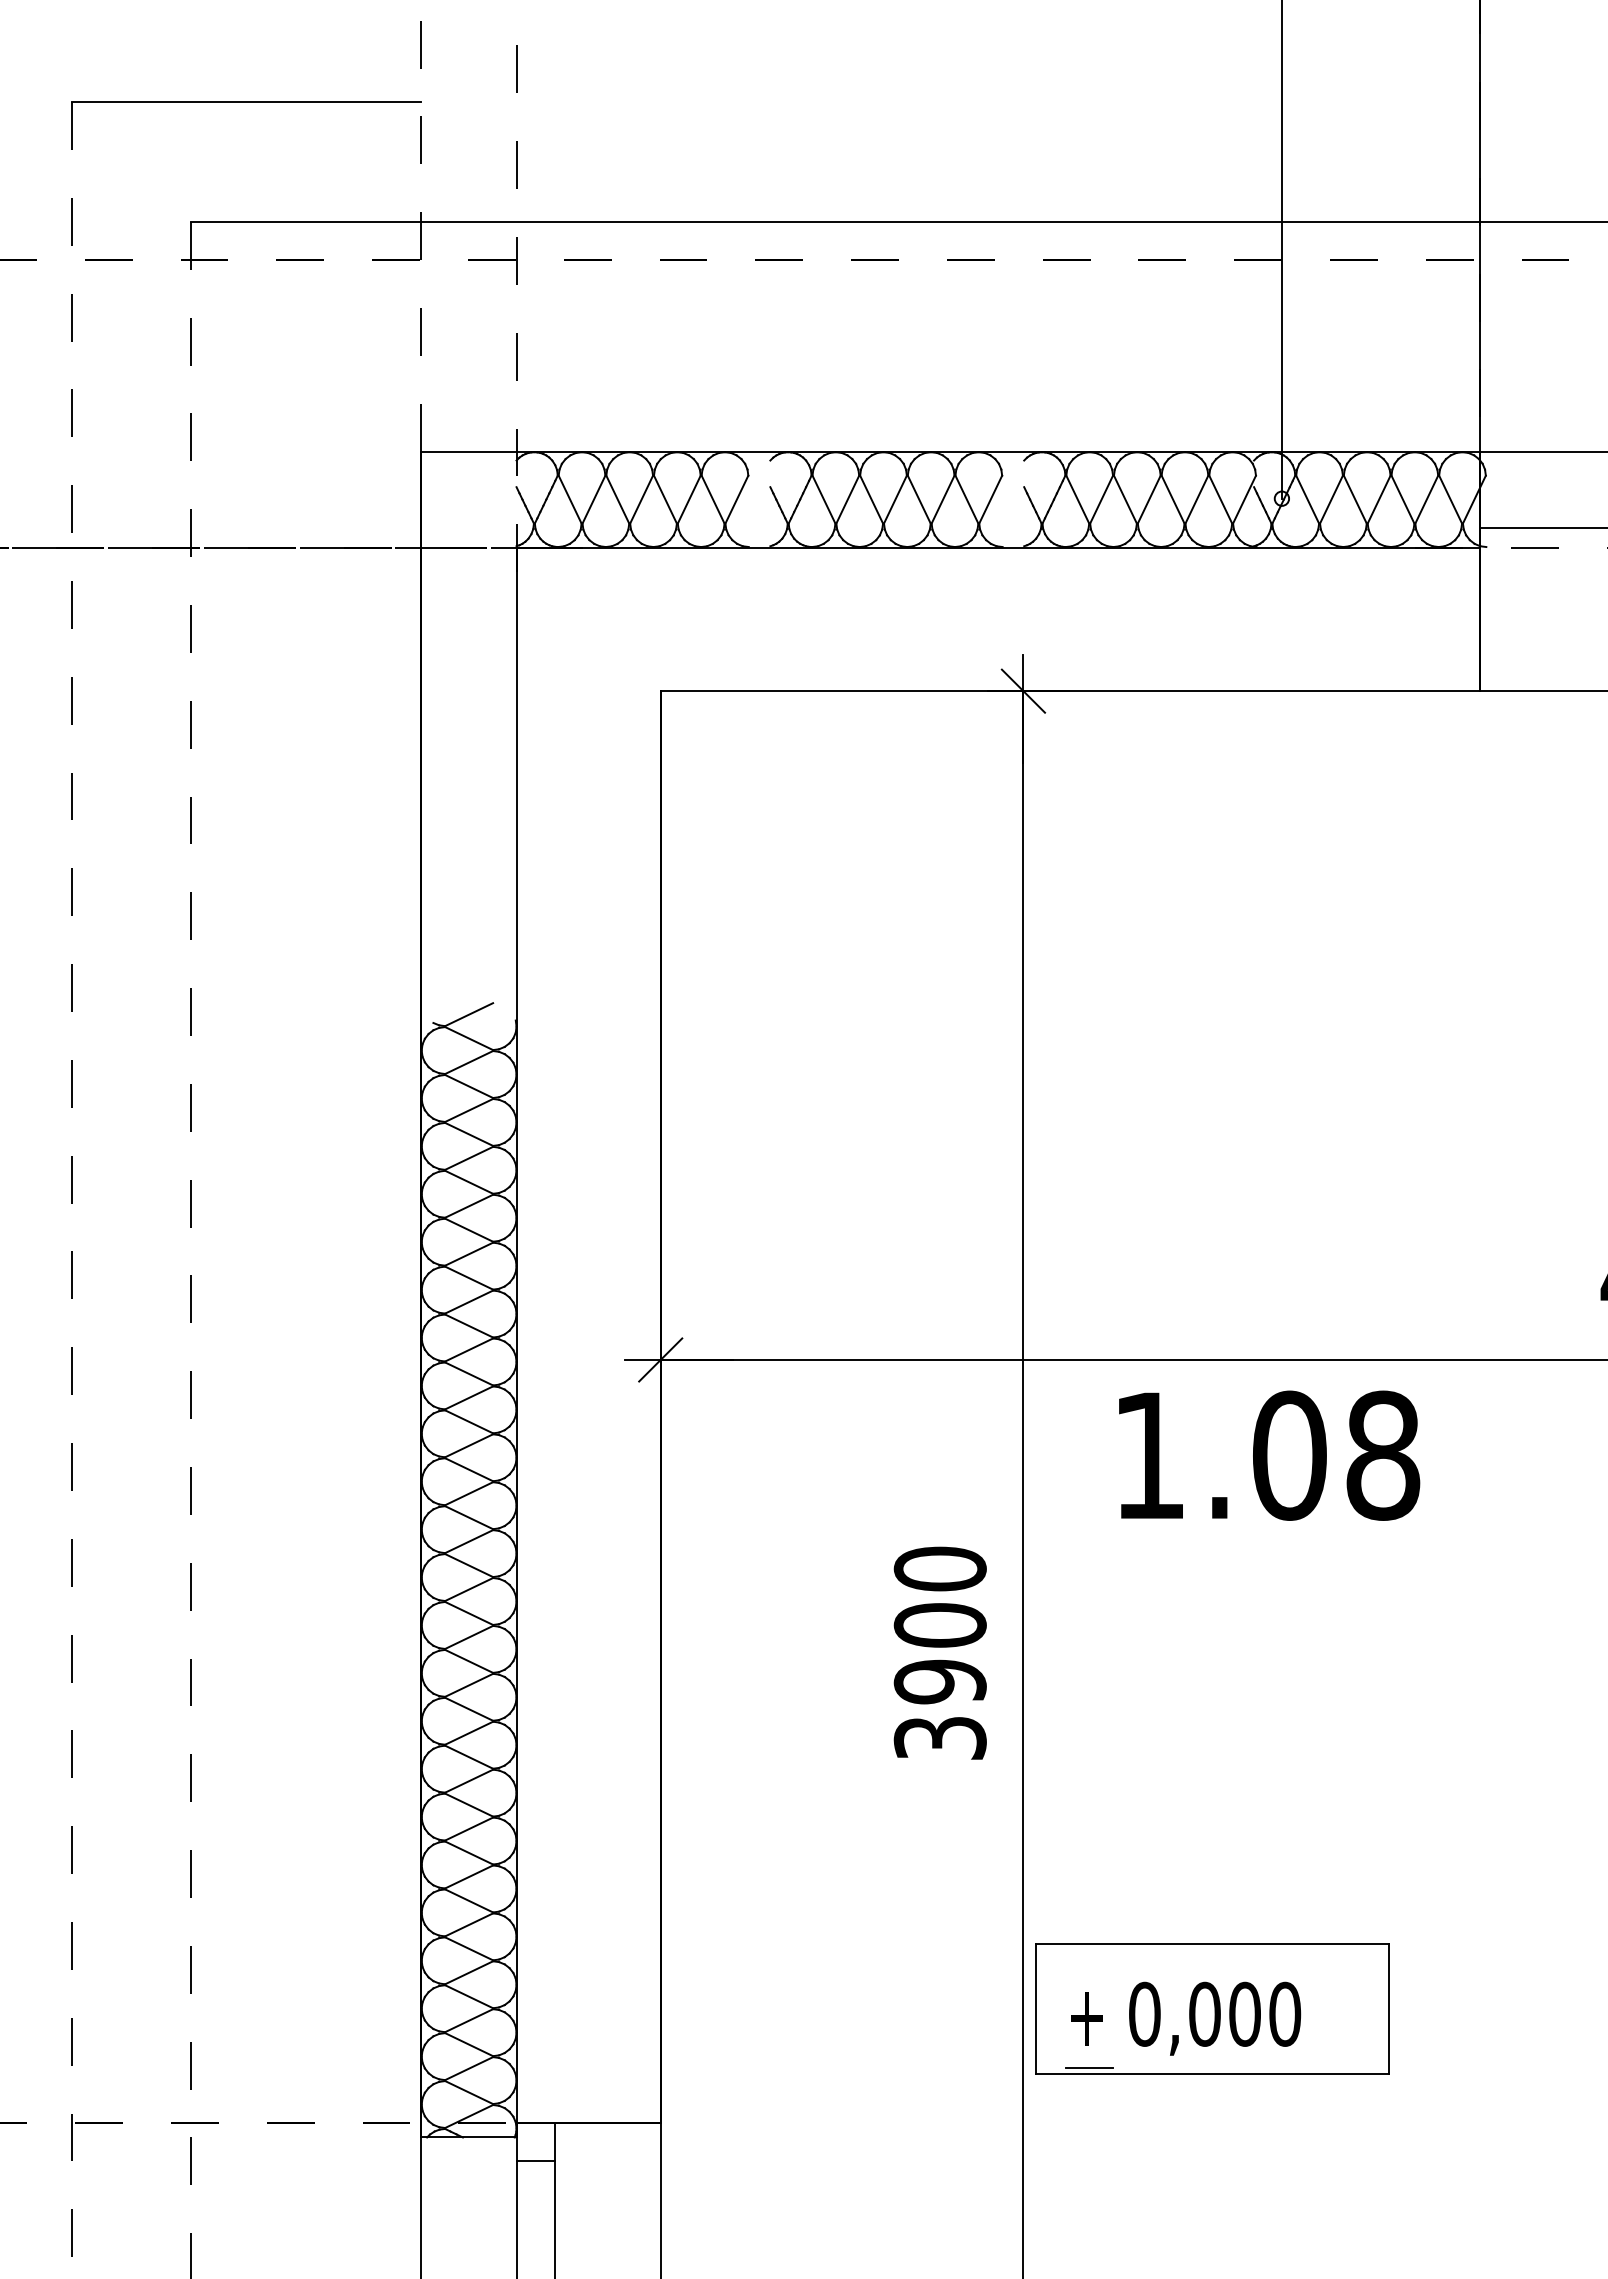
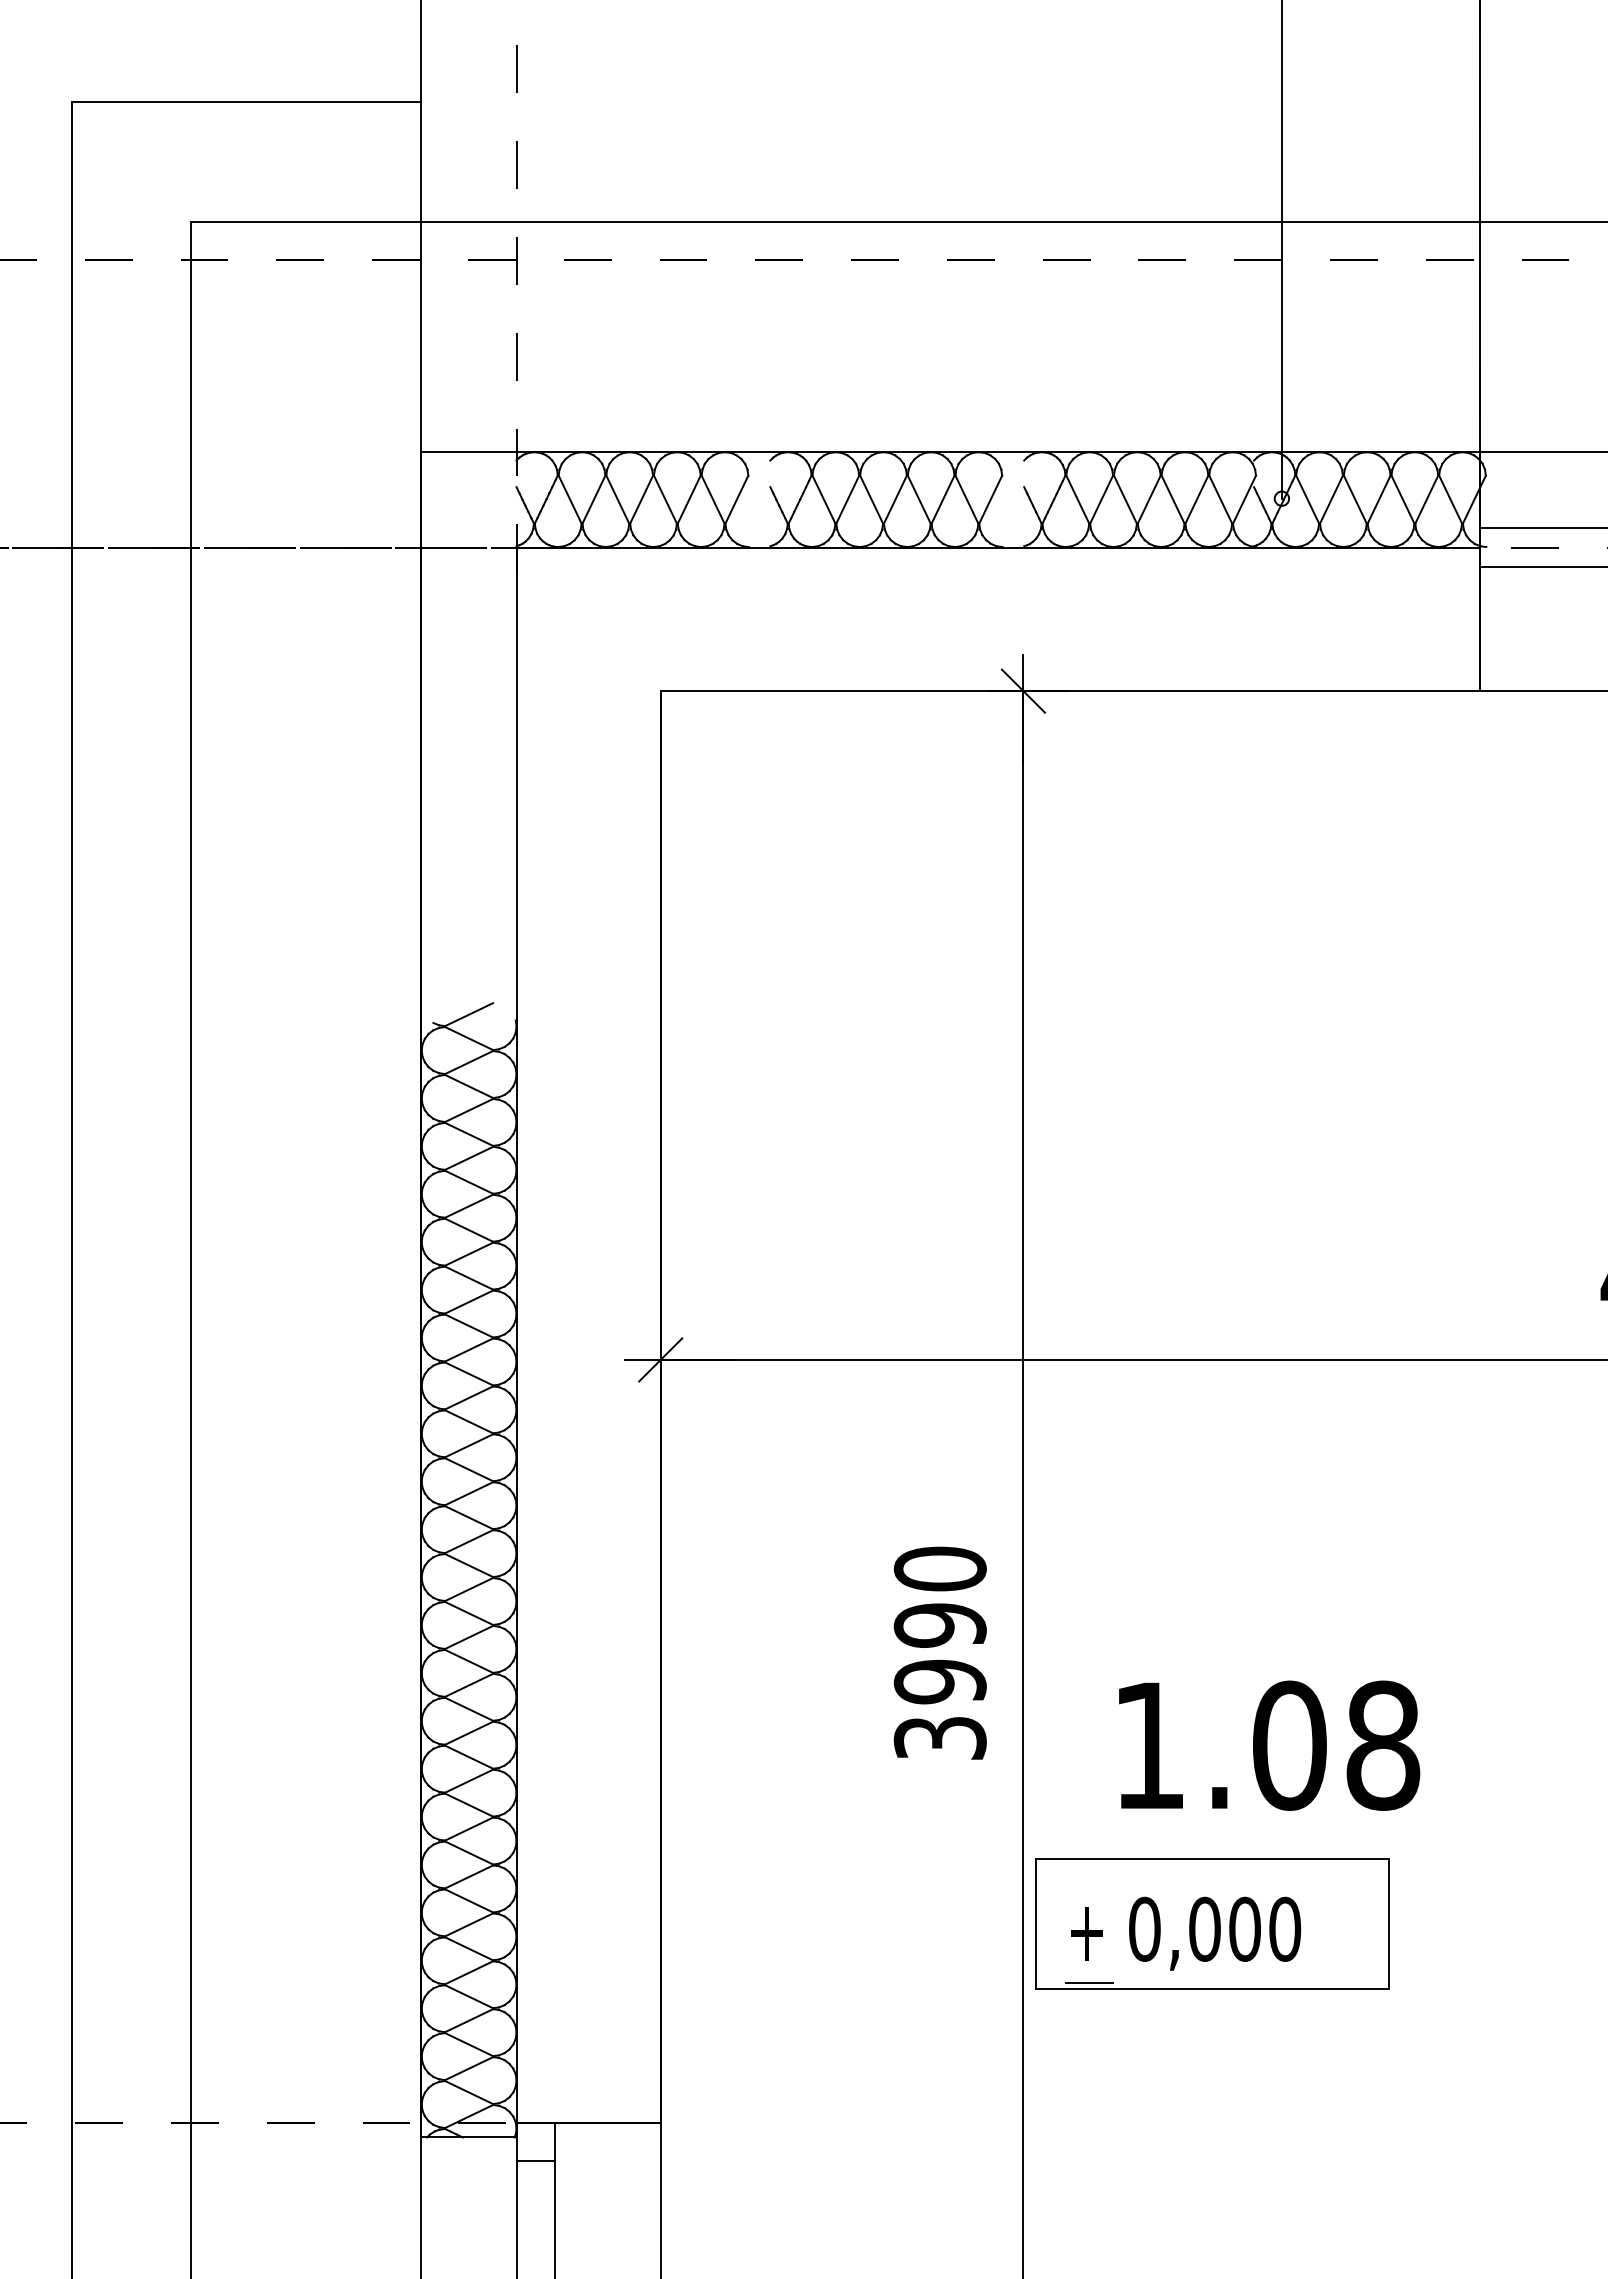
line at (421, 225): dashed -> solid
line at (1541, 566): none -> present
line at (71, 1190): dashed -> solid
line at (191, 1250): dashed -> solid
text at (1269, 1455) position: (1269, 1455) -> (1269, 1745)
text at (940, 1625): 3900 -> 3990
part at (1212, 2008) position: (1212, 2008) -> (1212, 1923)
